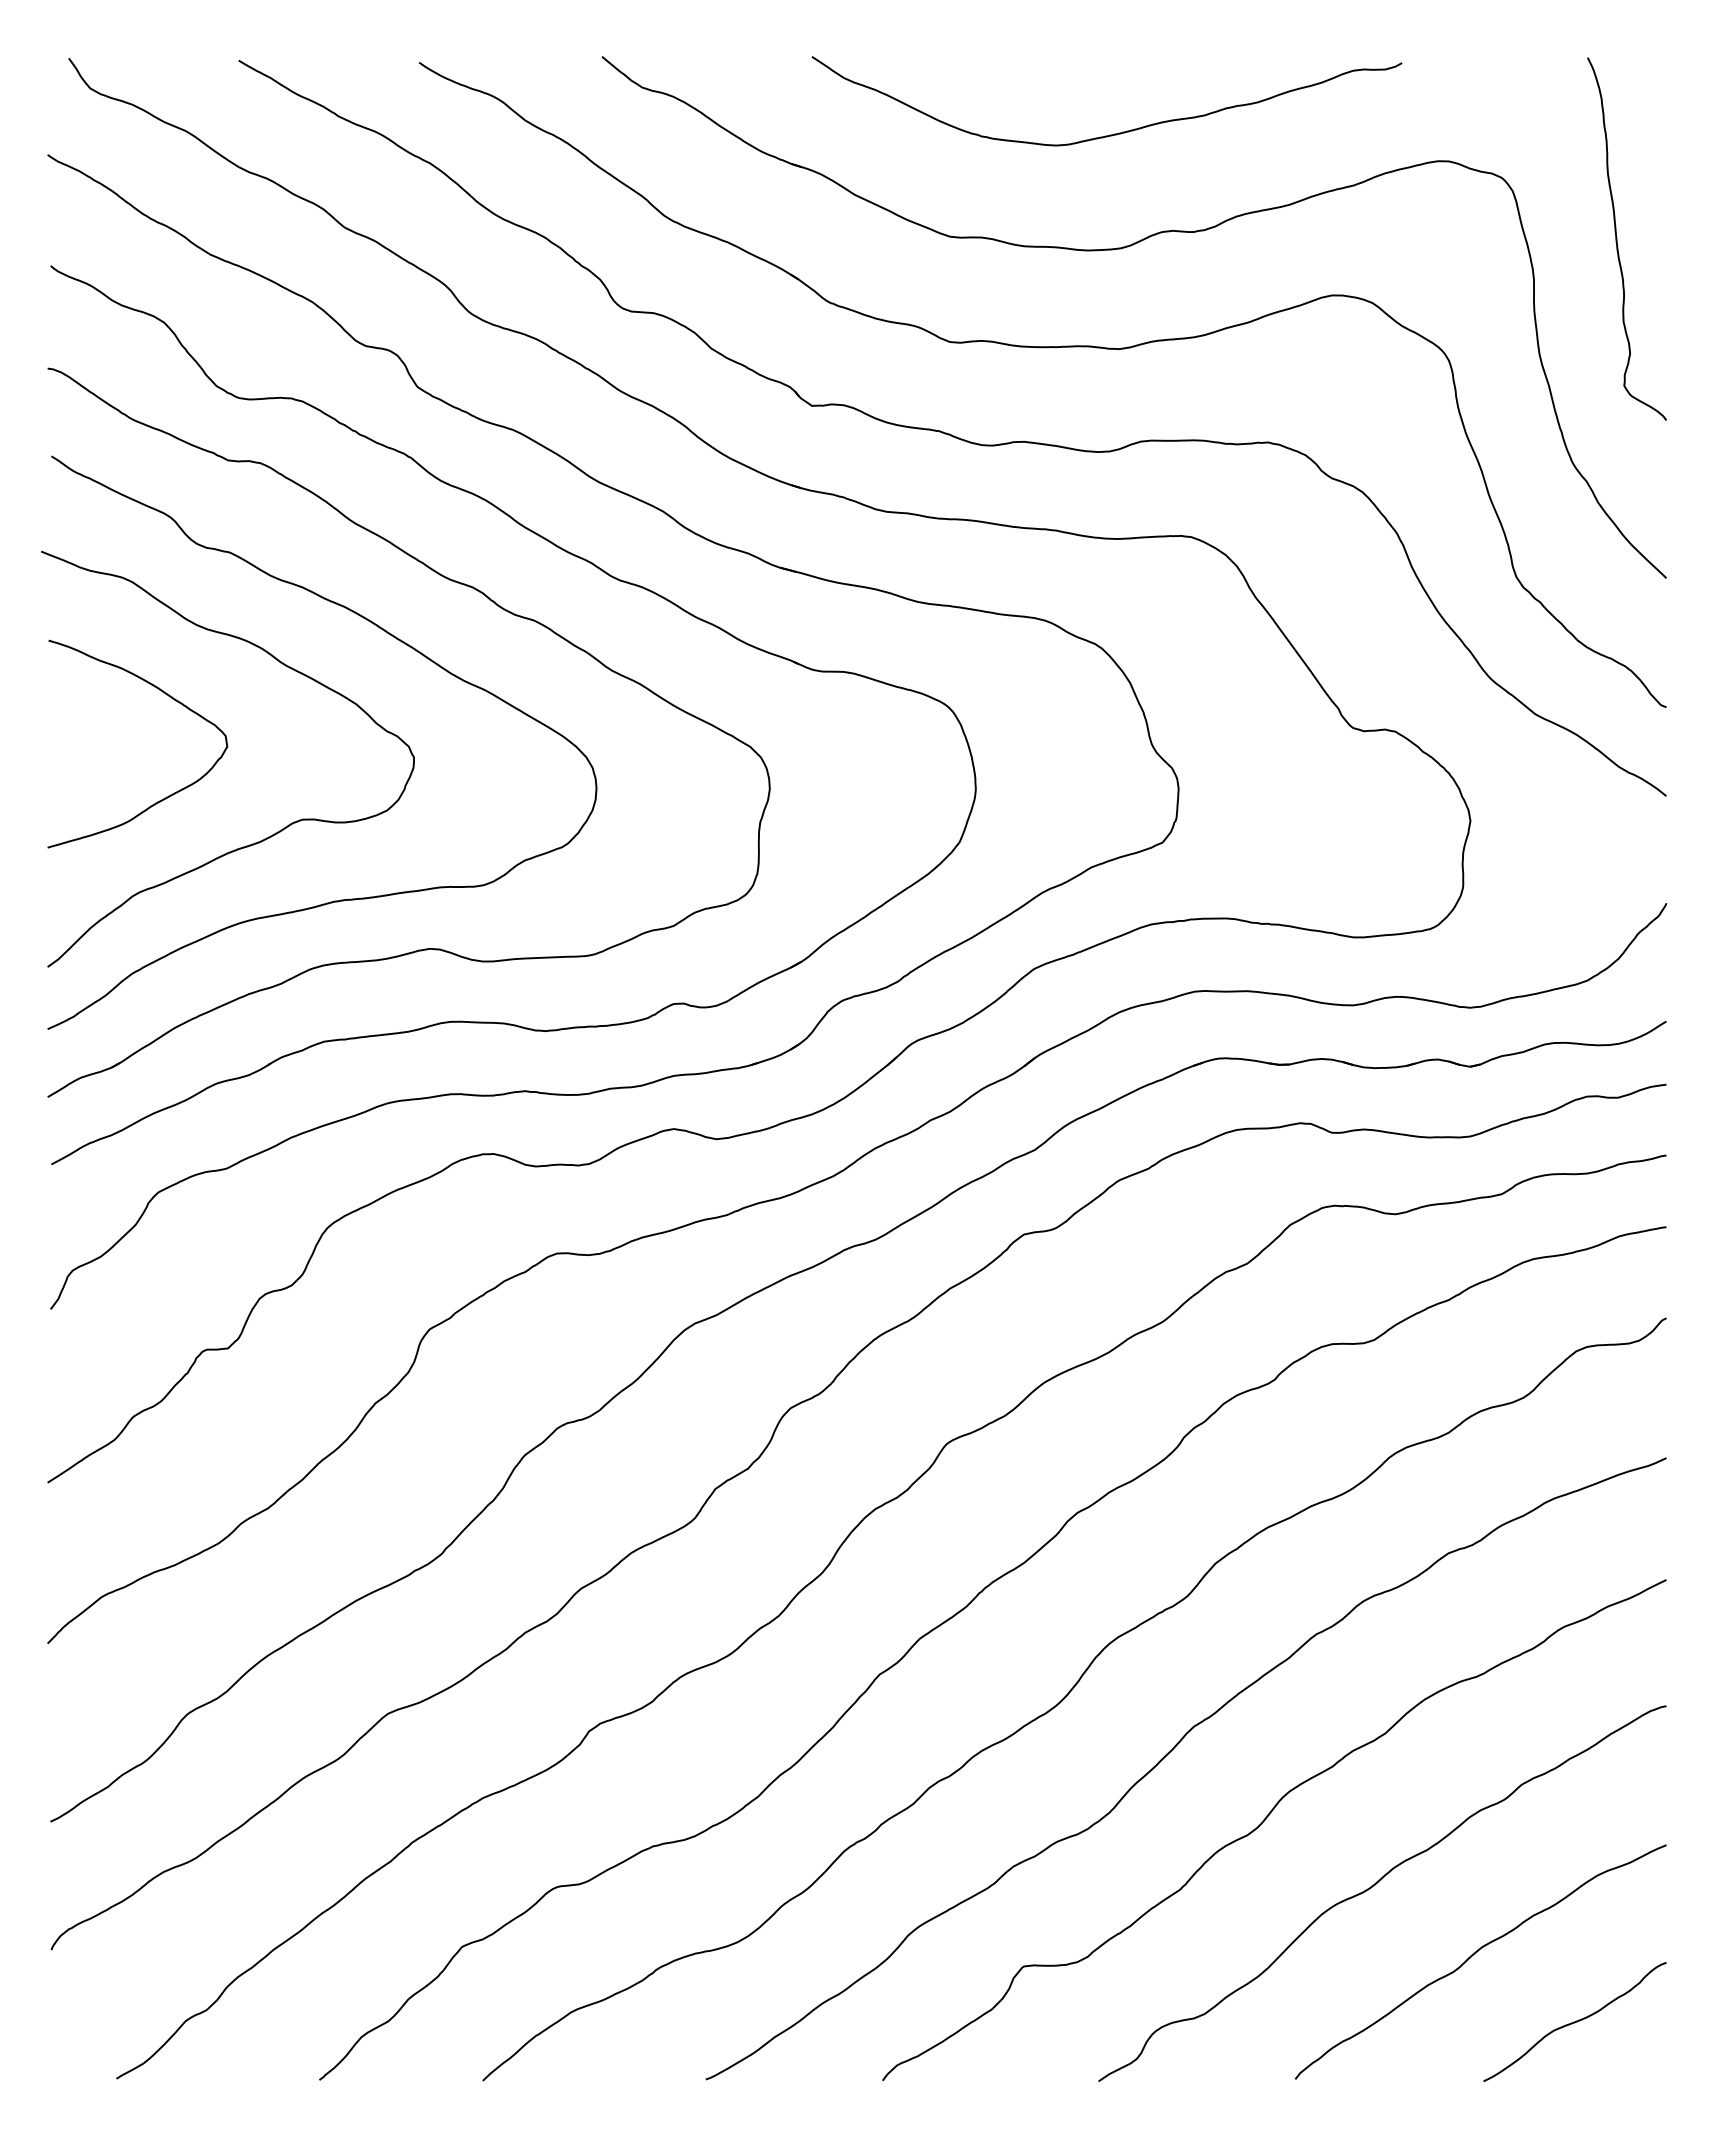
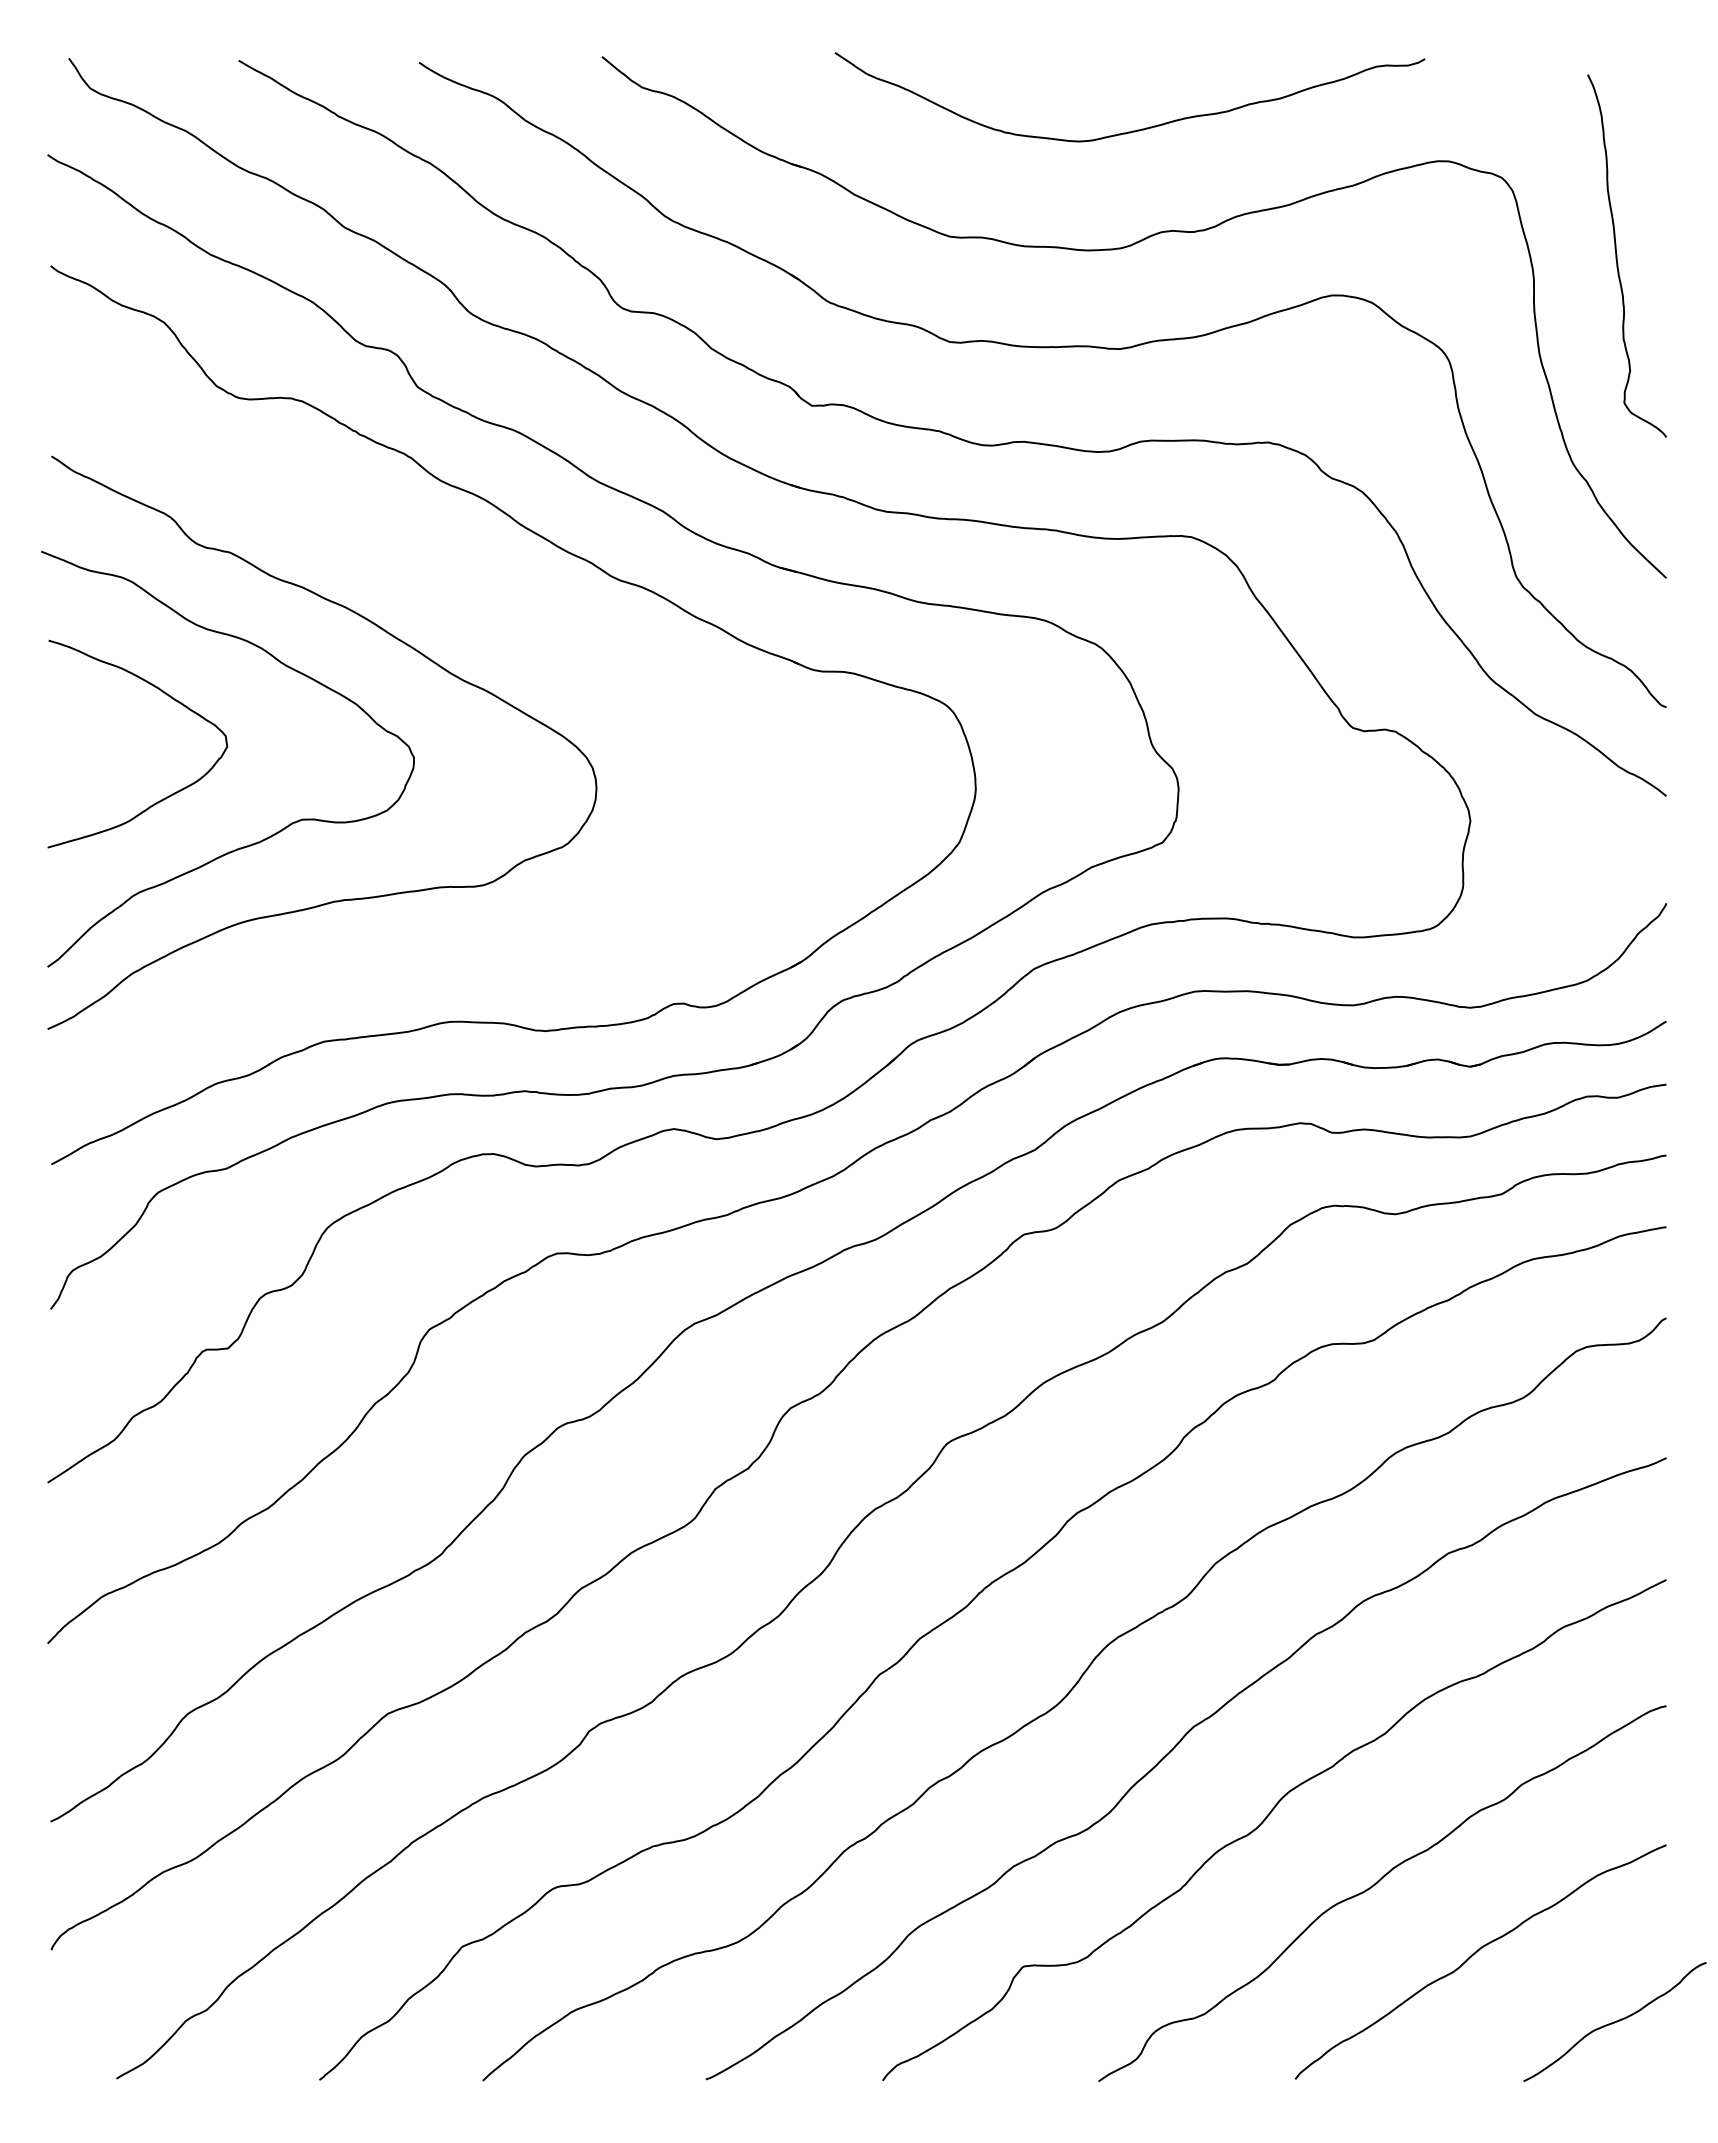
curve at (1114, 133) position: (1114, 133) -> (1137, 129)
curve at (1617, 238) position: (1617, 238) -> (1617, 255)
part at (497, 606): present -> none
curve at (1574, 2021) position: (1574, 2021) -> (1614, 2021)
